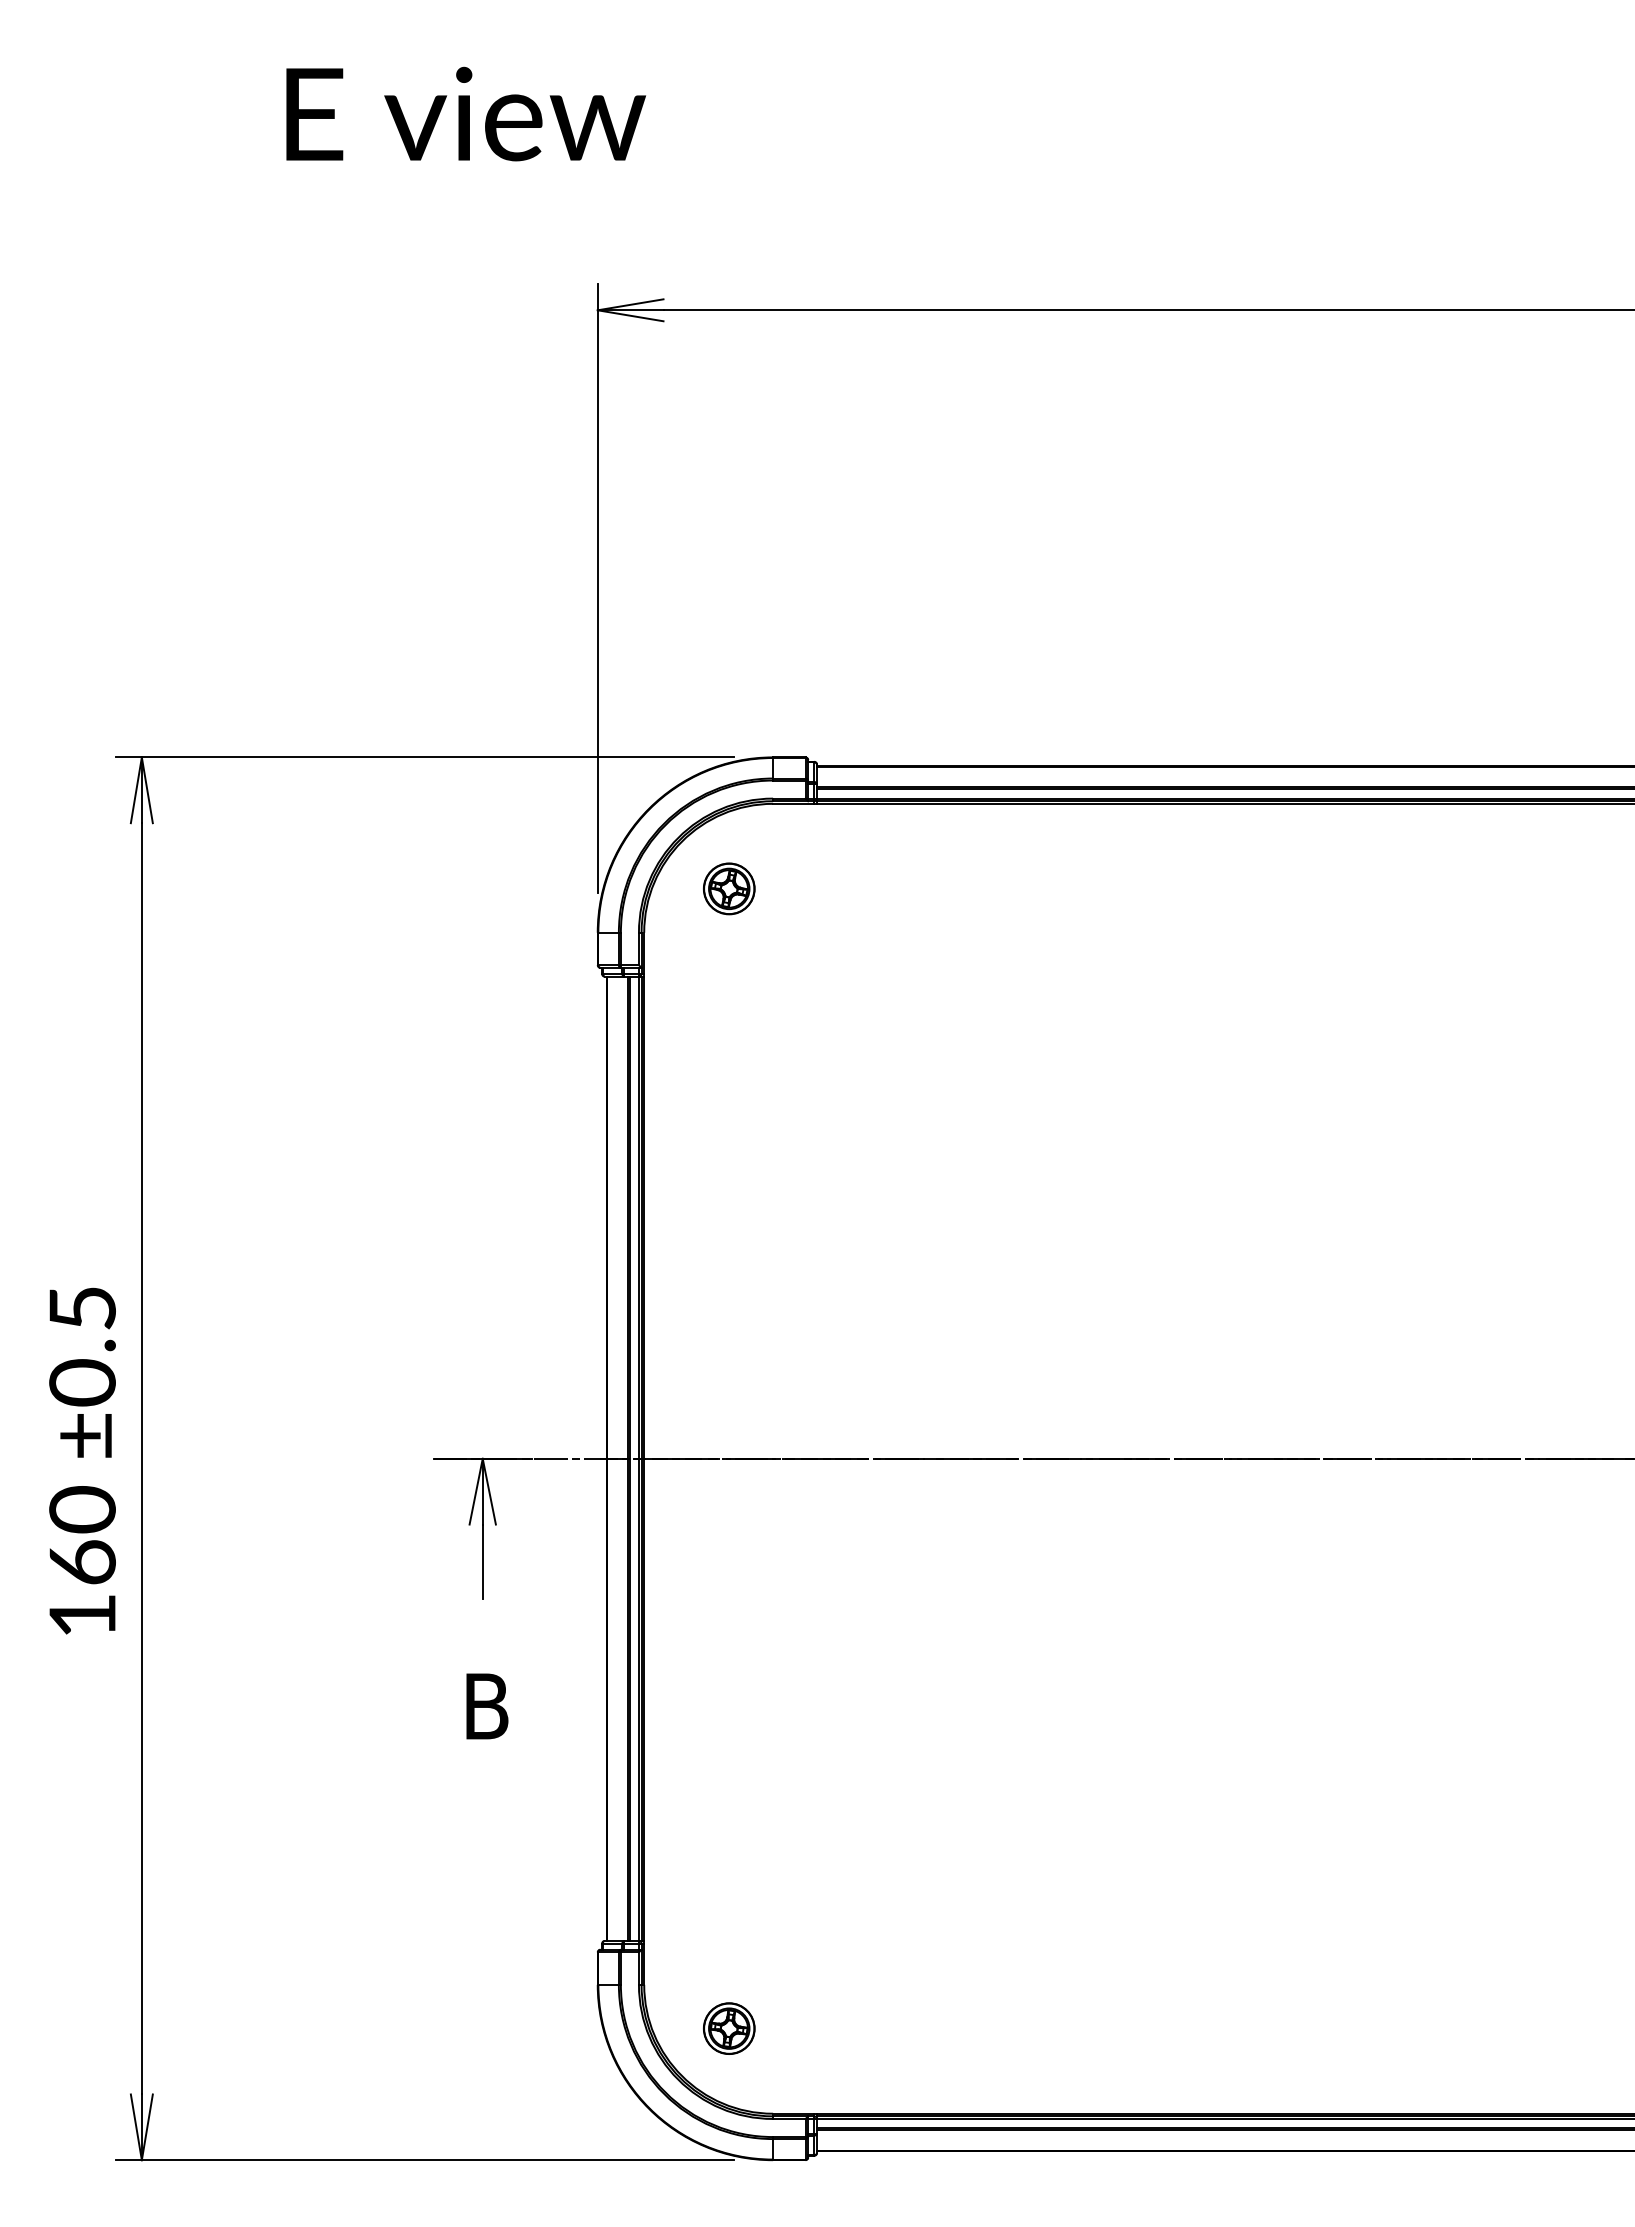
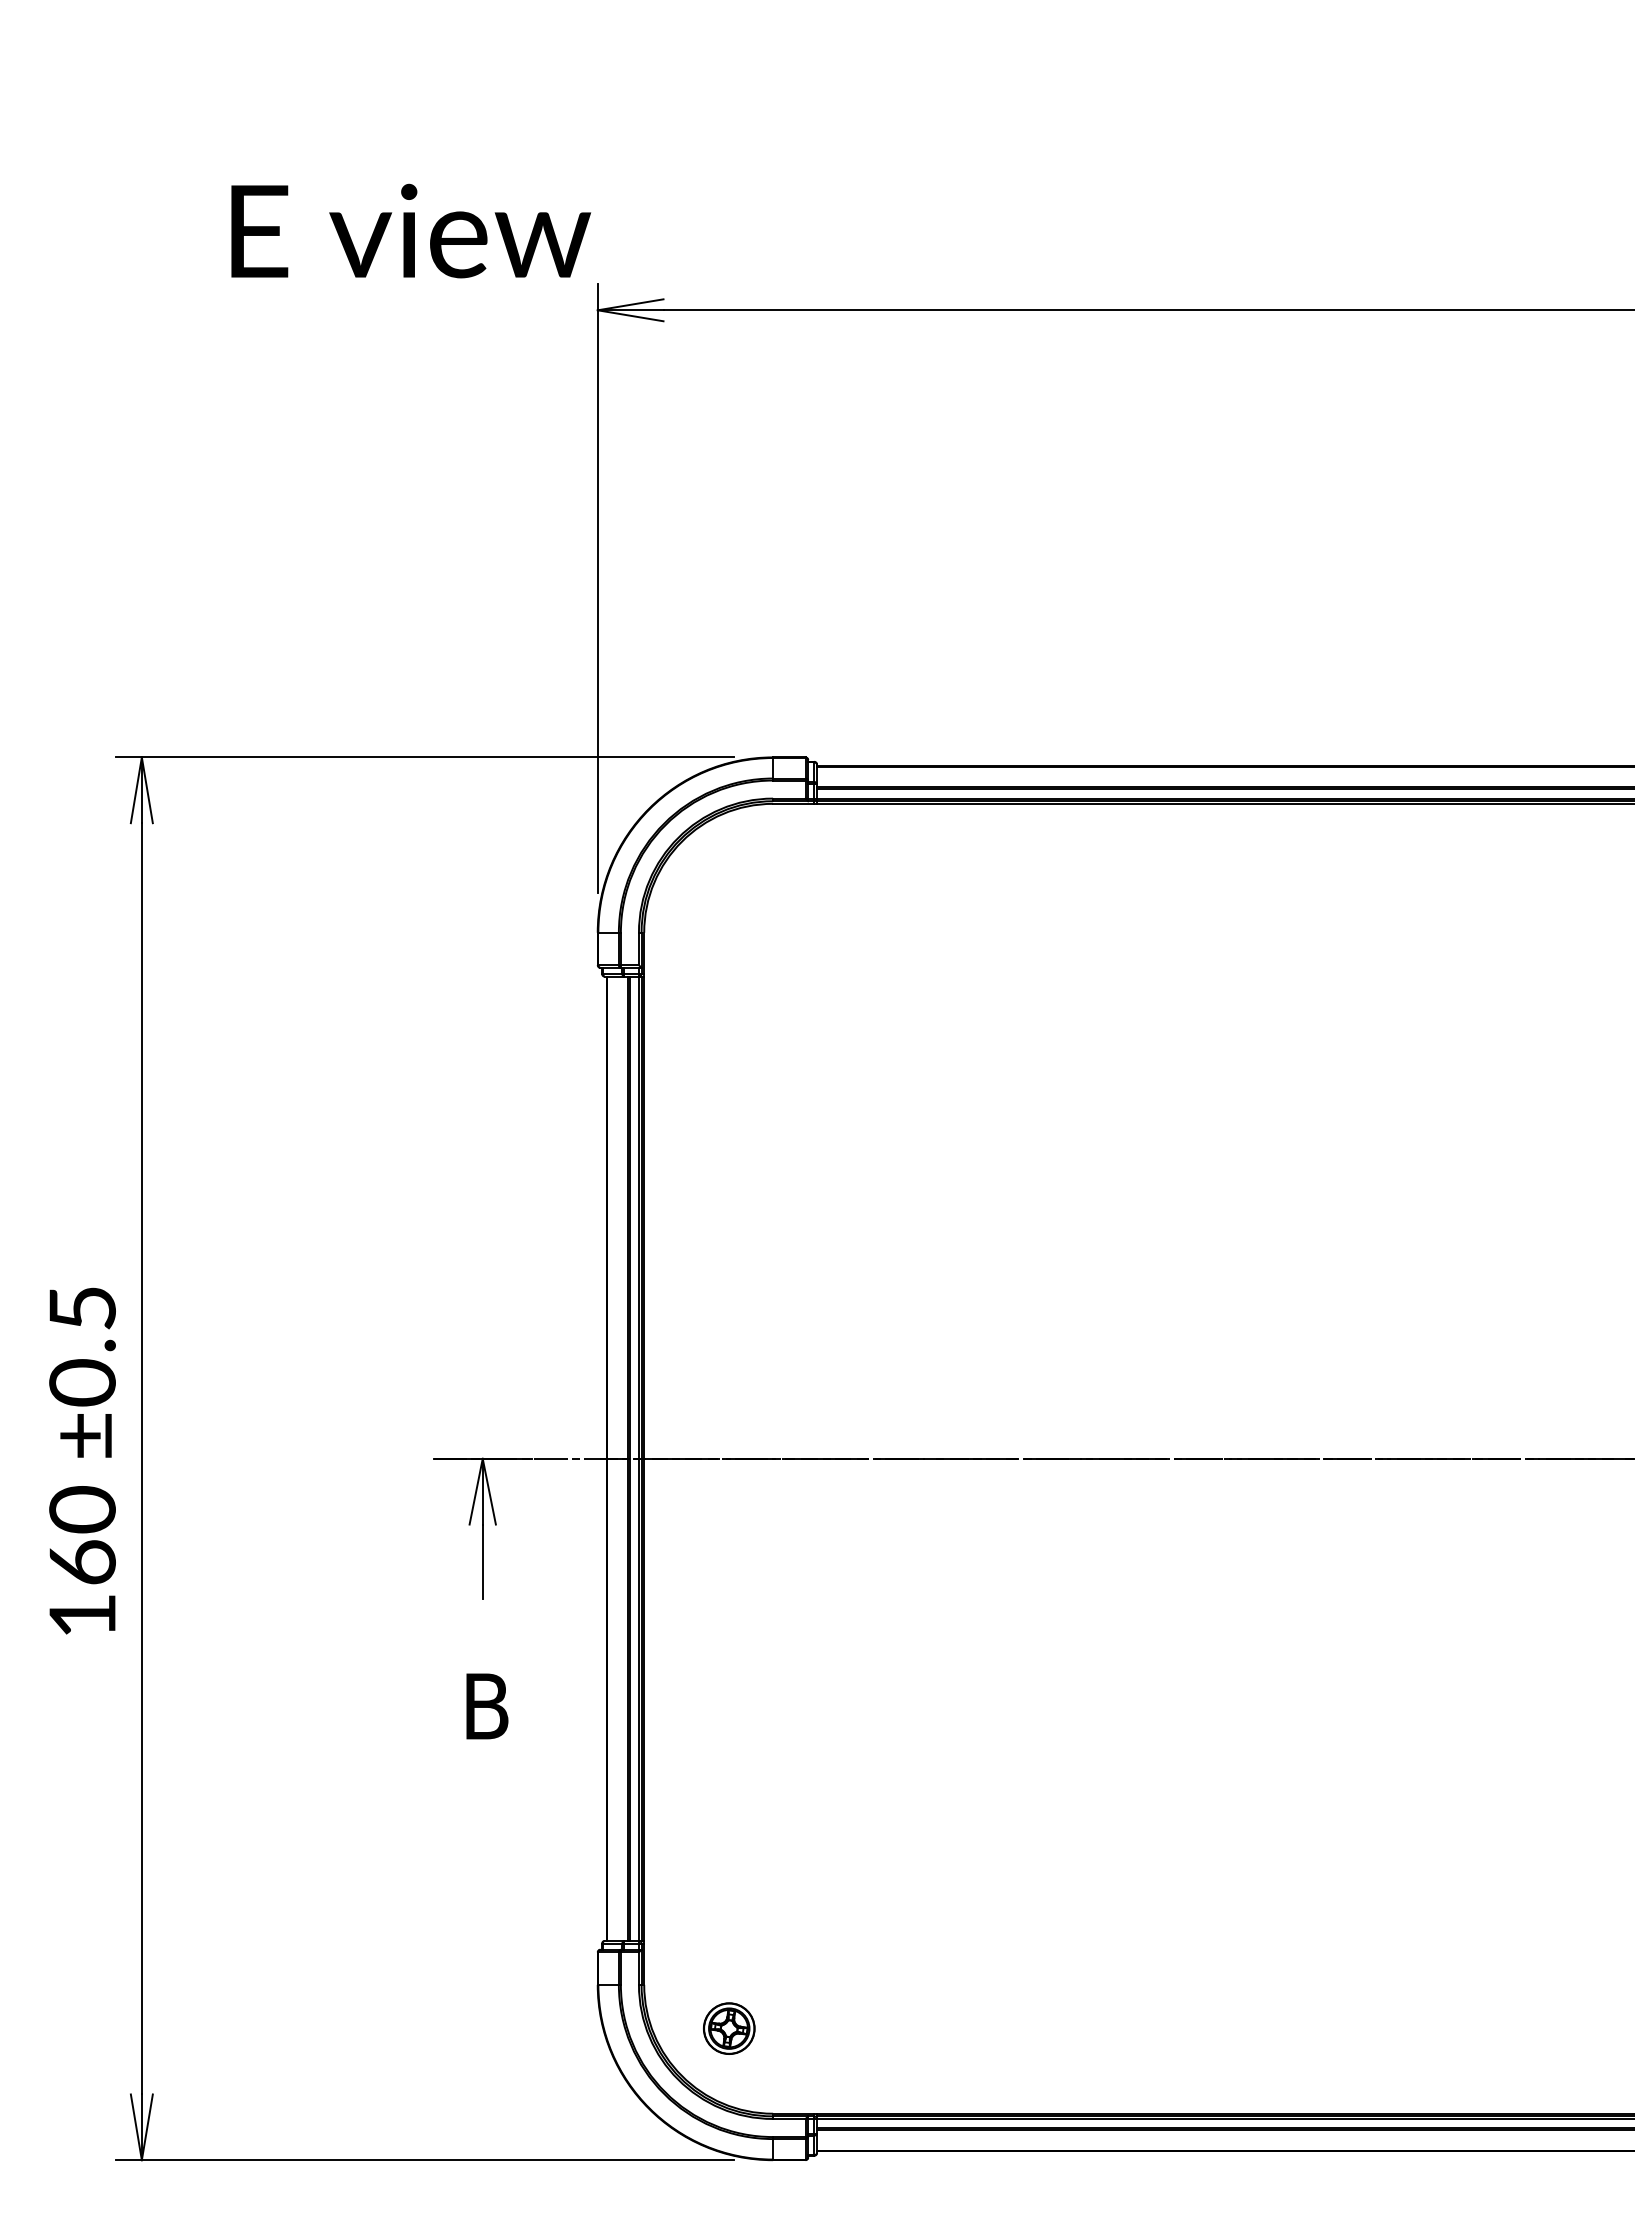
text at (466, 113) position: (466, 113) -> (411, 230)
part at (729, 888): present -> none
